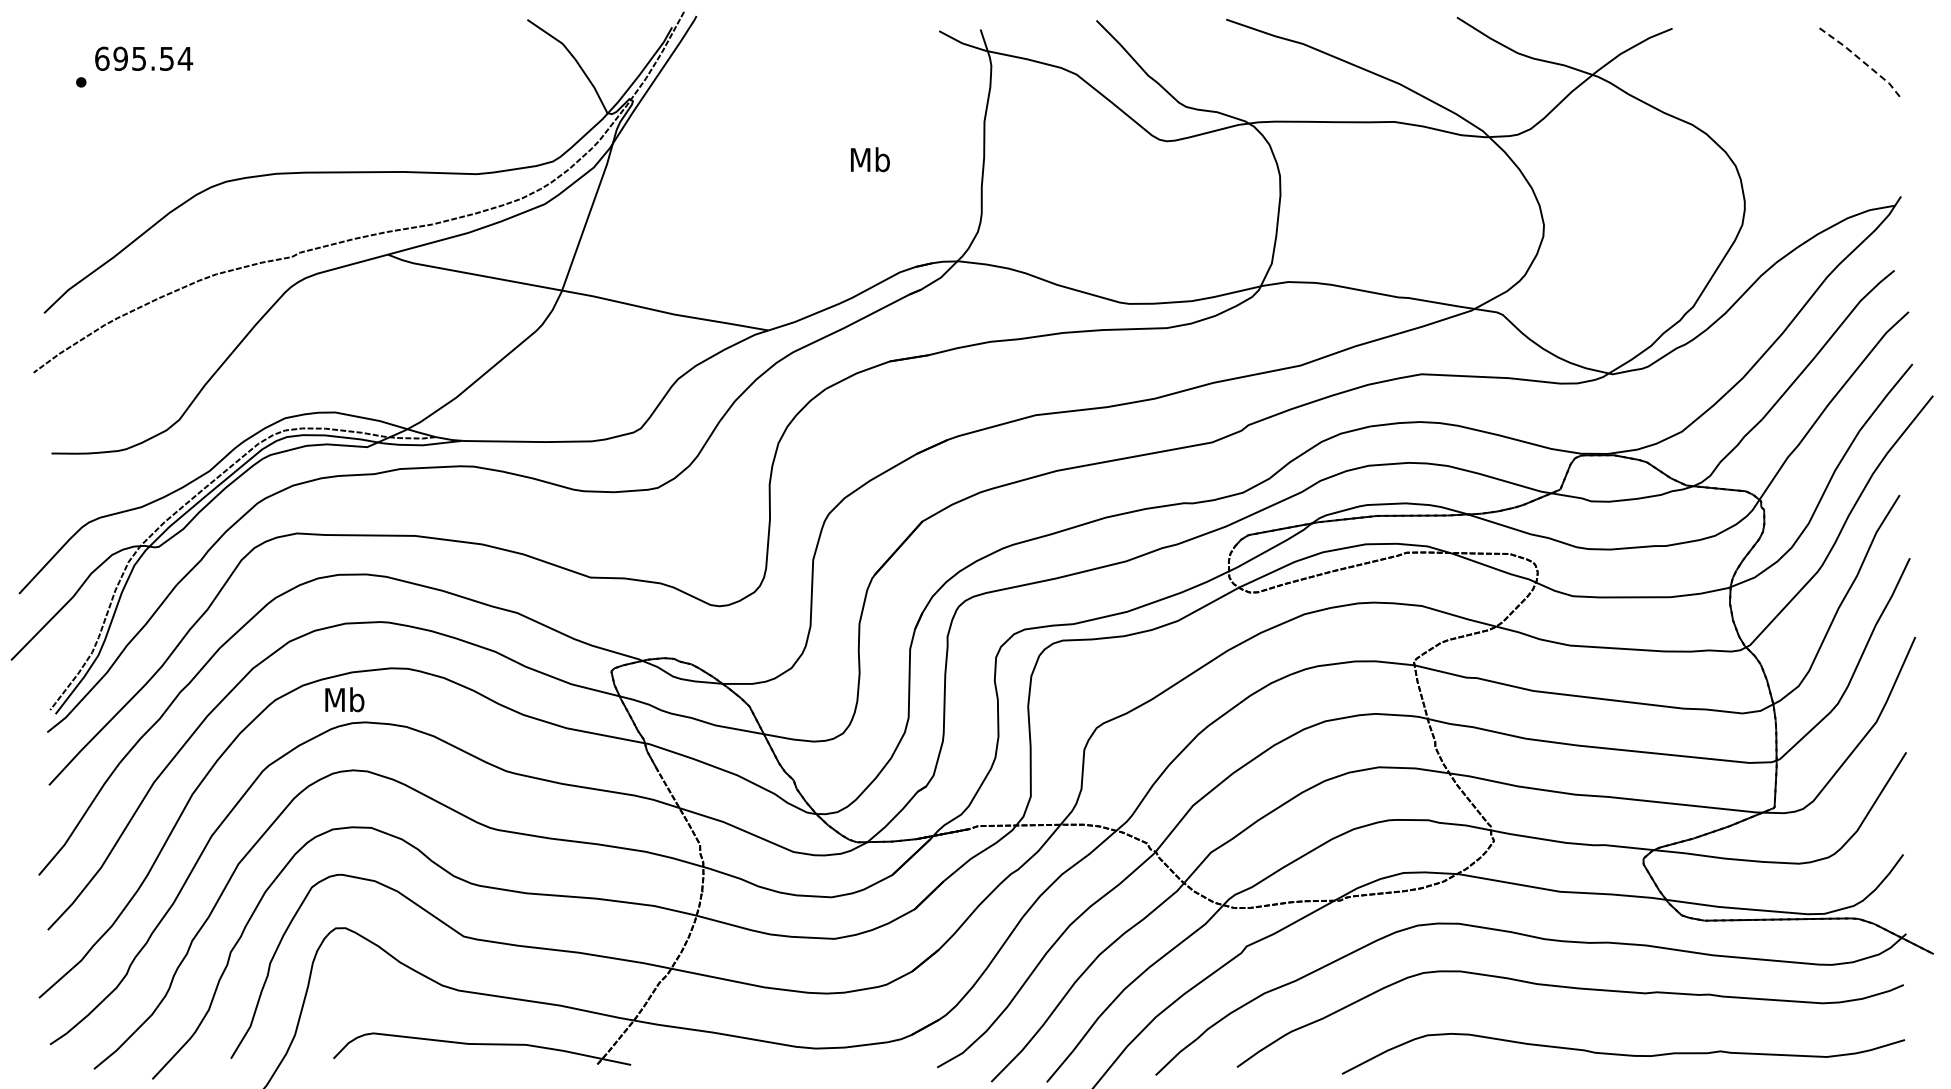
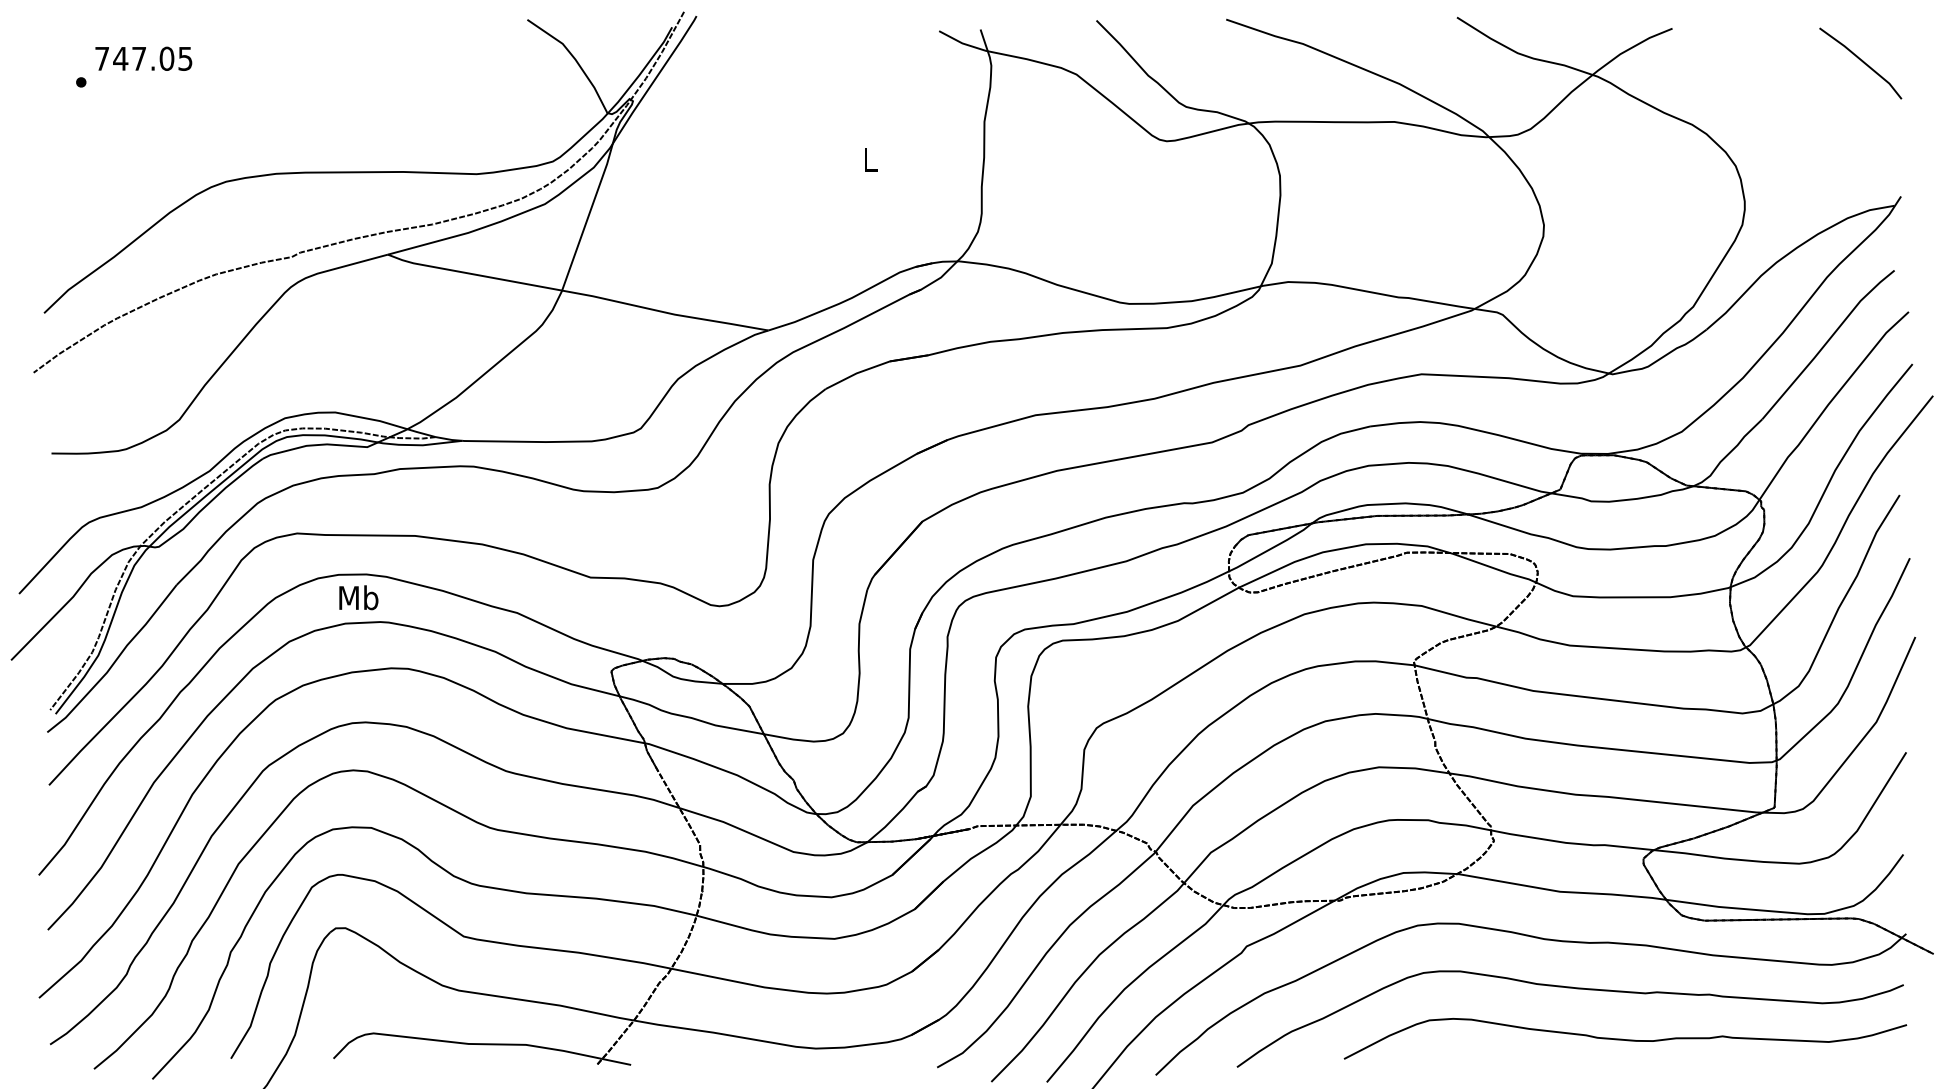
text at (144, 58): 695.54 -> 747.05
line at (1862, 61): dashed -> solid
text at (870, 159): Mb -> L
text at (344, 699) position: (344, 699) -> (358, 597)
curve at (1623, 1054) position: (1623, 1054) -> (1625, 1039)
